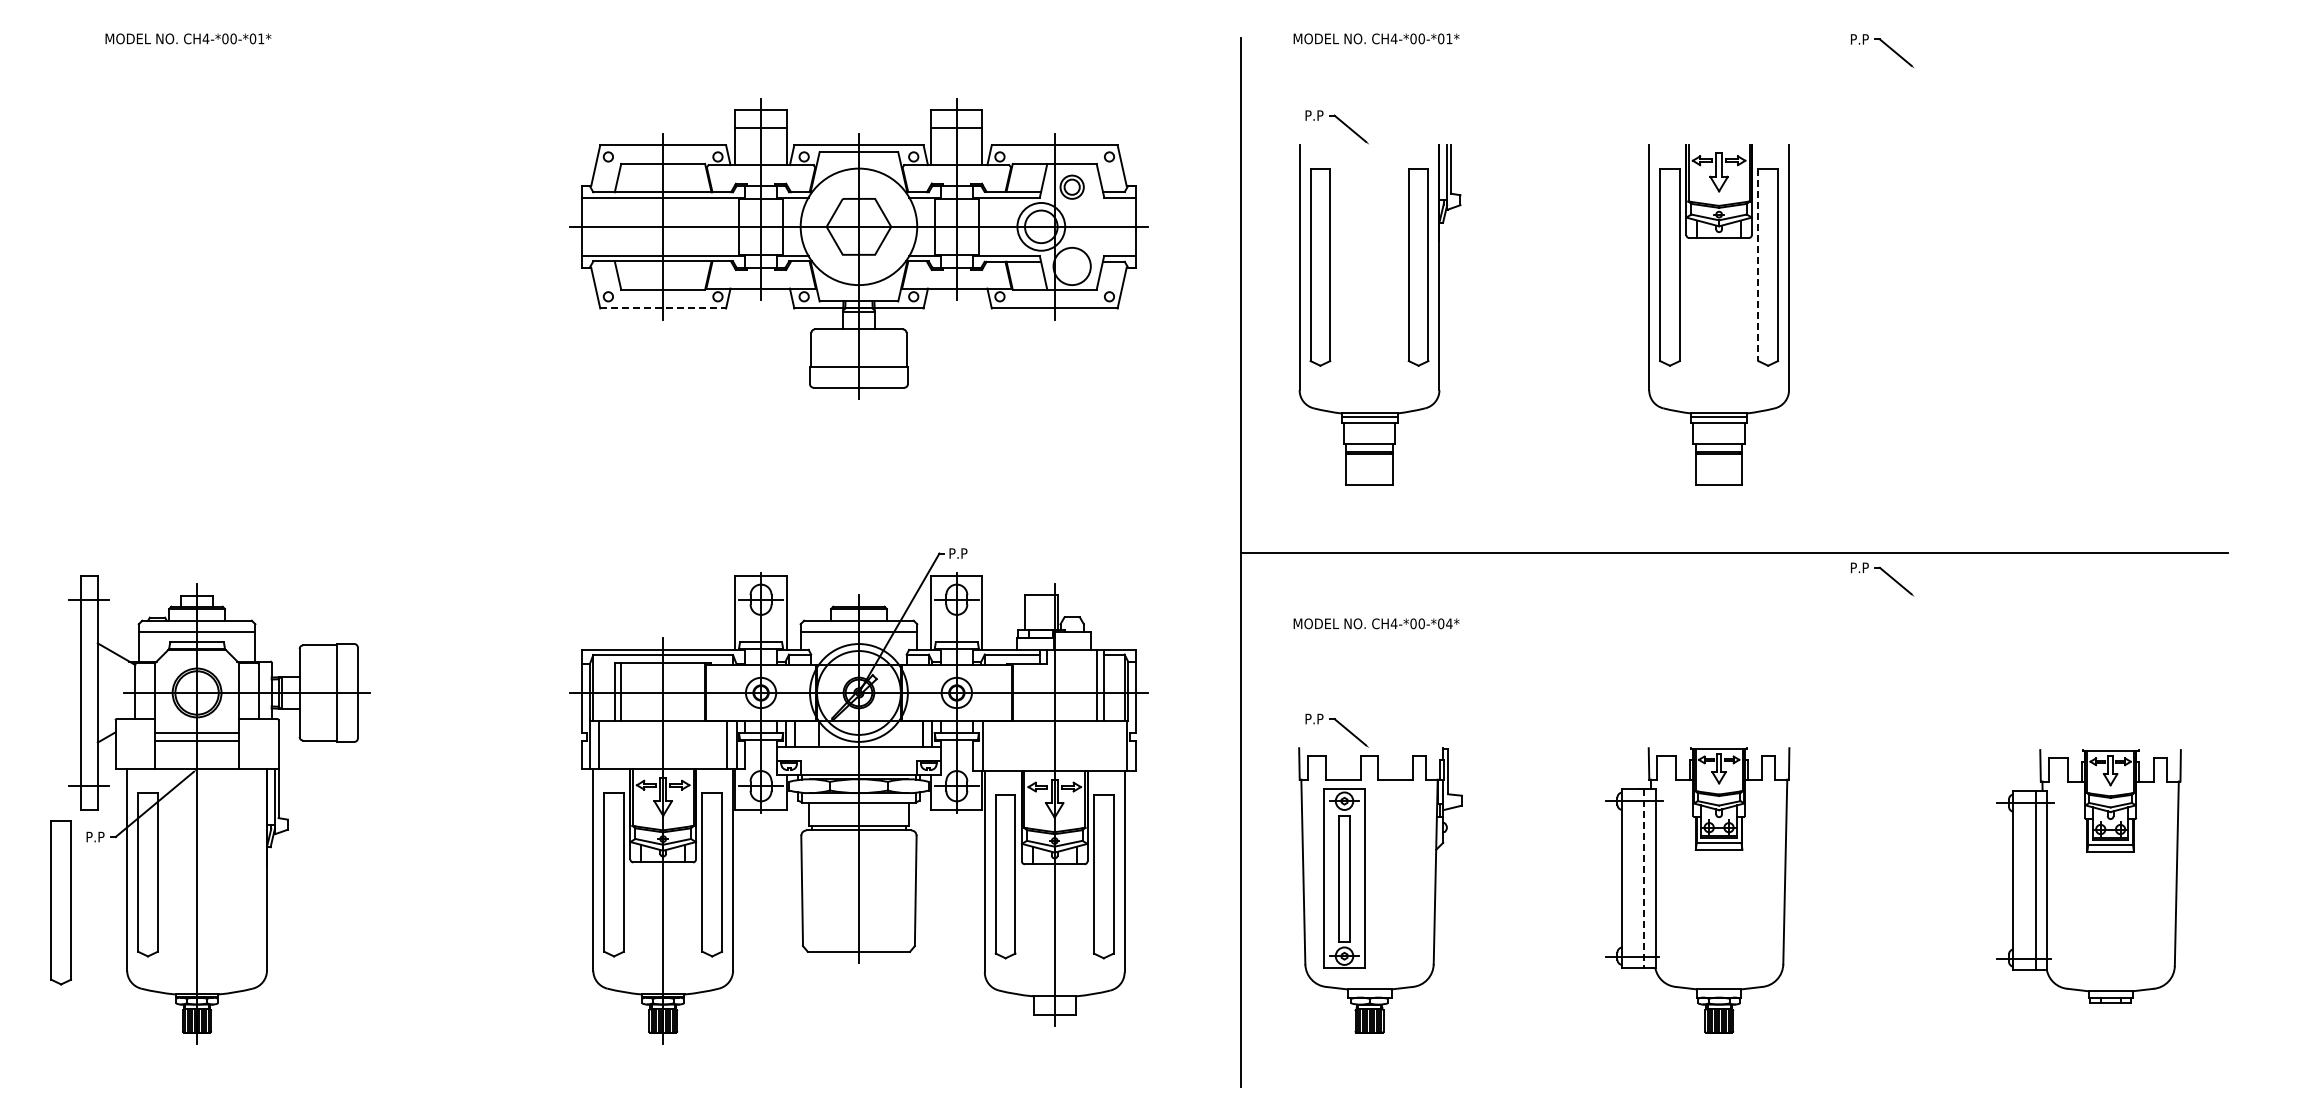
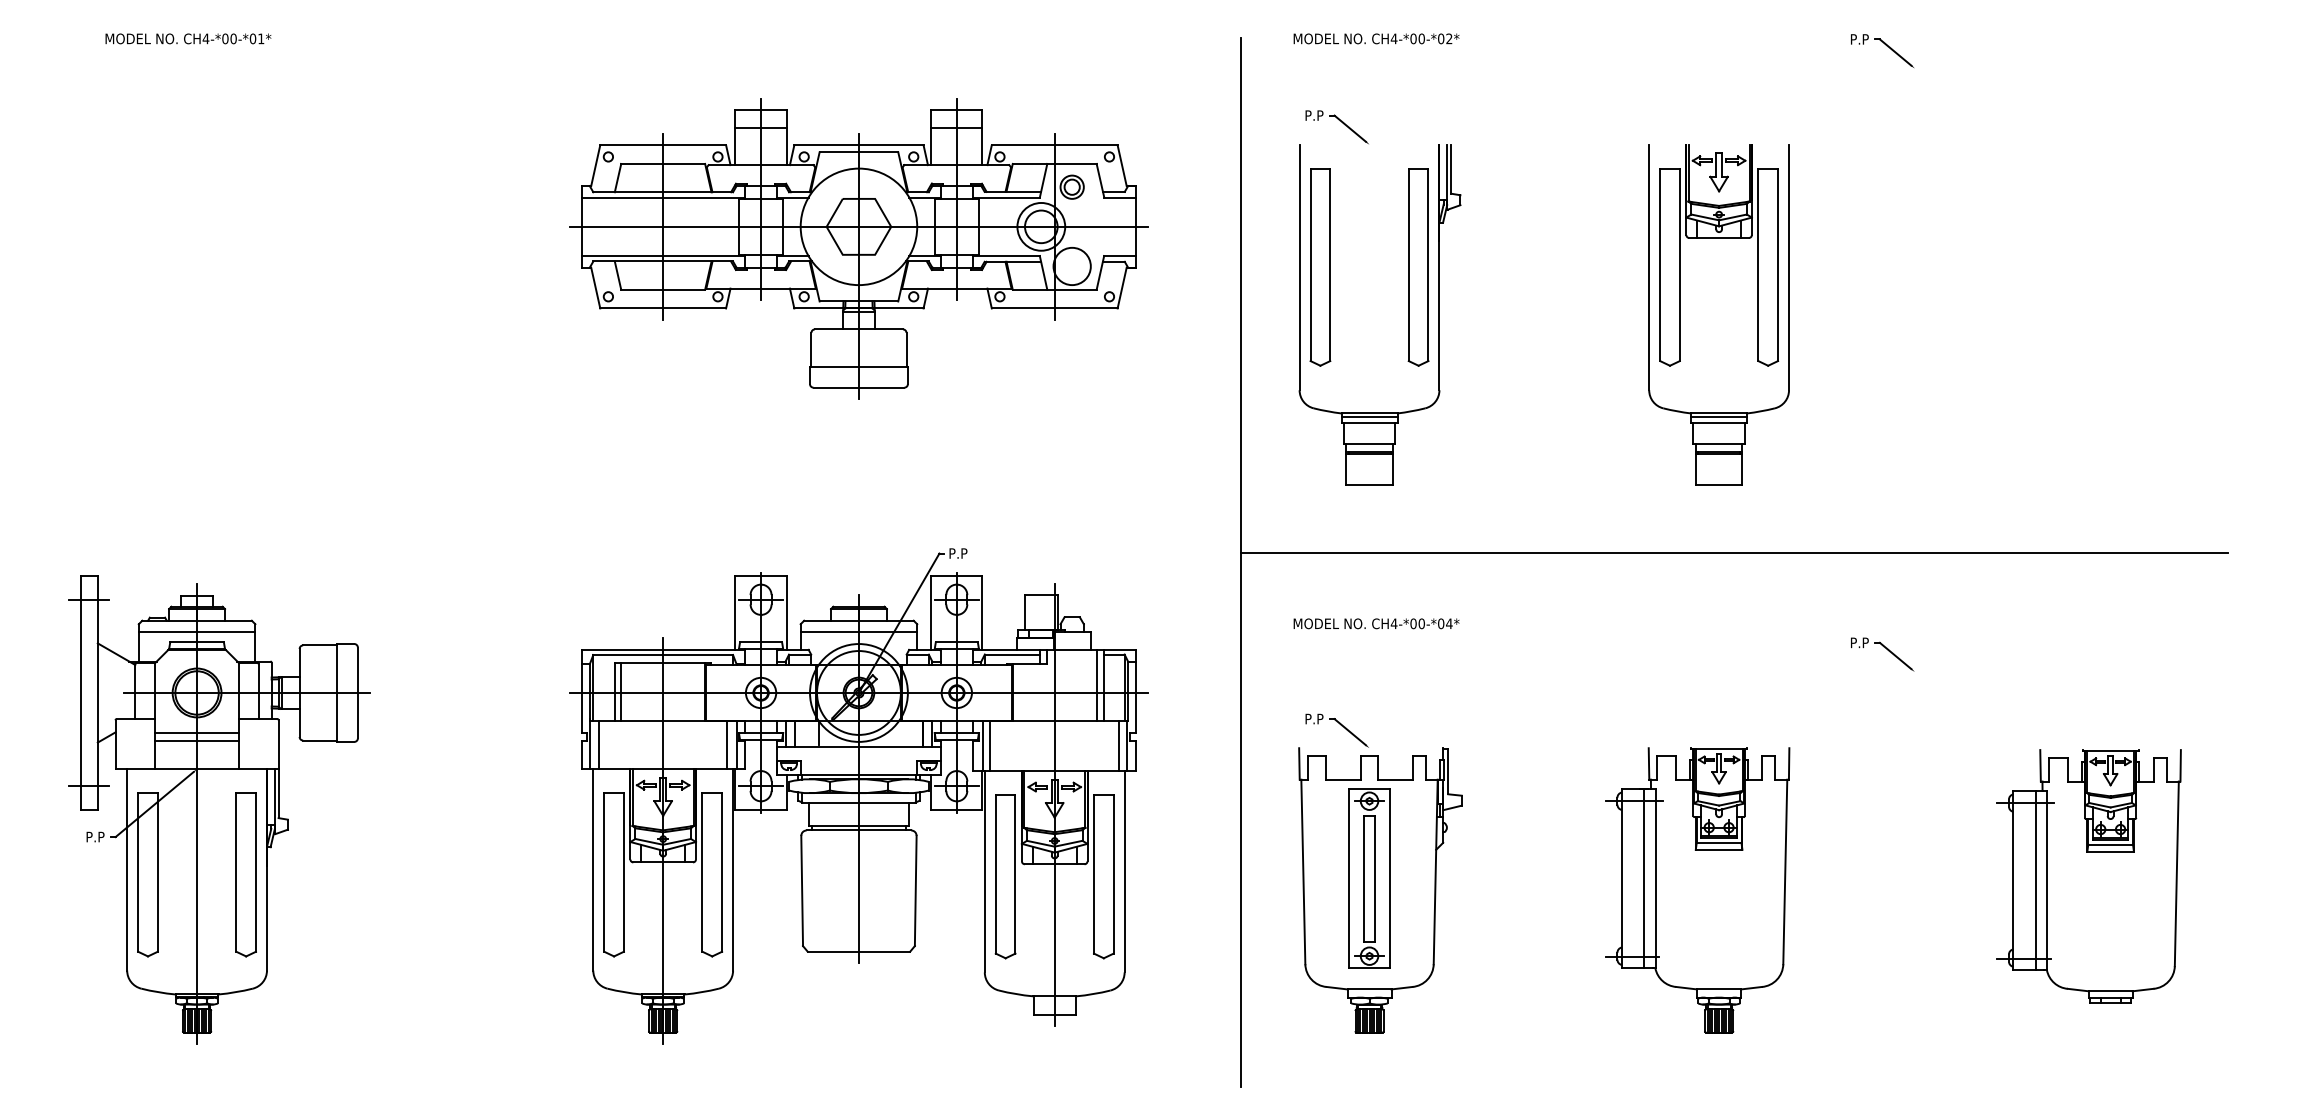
text at (1449, 38): CH4-*00-*01* -> CH4-*00-*02*
line at (1758, 265): dashed -> solid
line at (663, 308): dashed -> solid
part at (1886, 574) position: (1886, 574) -> (1886, 649)
line at (990, 745): none -> present
line at (1119, 745): none -> present
part at (1344, 878) position: (1344, 878) -> (1369, 878)
line at (1643, 878): dashed -> solid
part at (60, 902) position: (60, 902) -> (245, 874)
